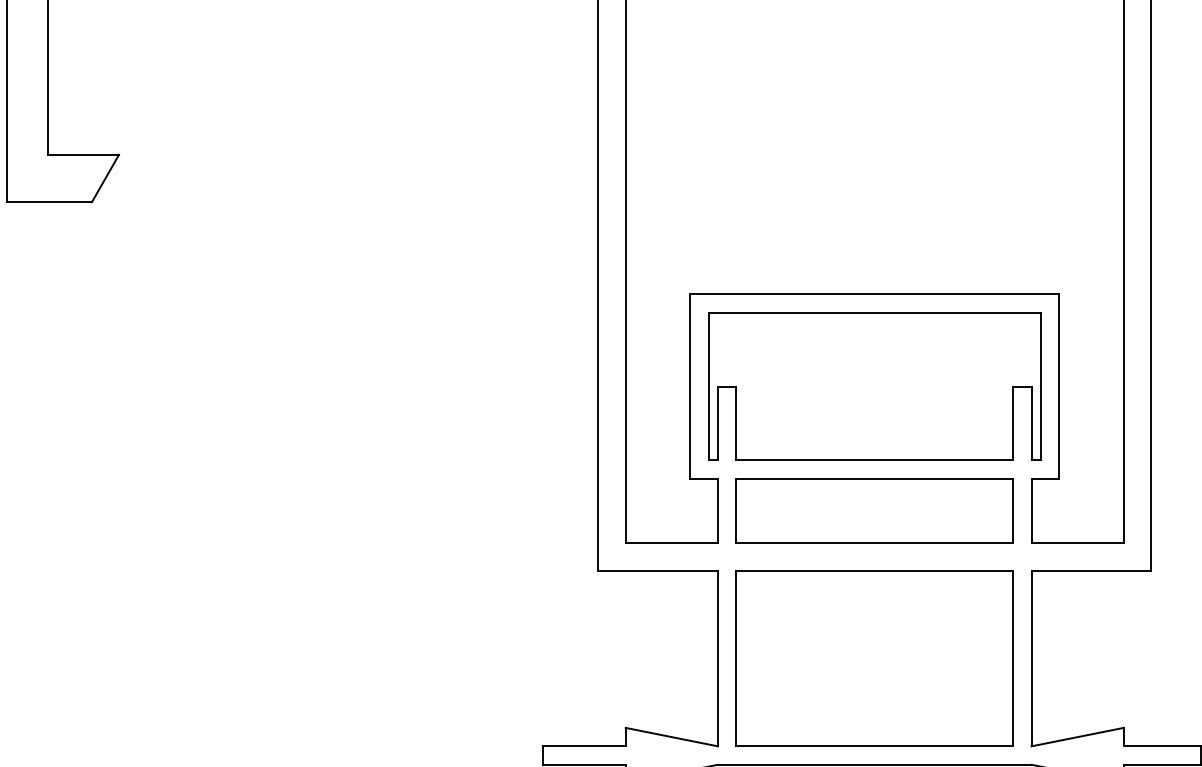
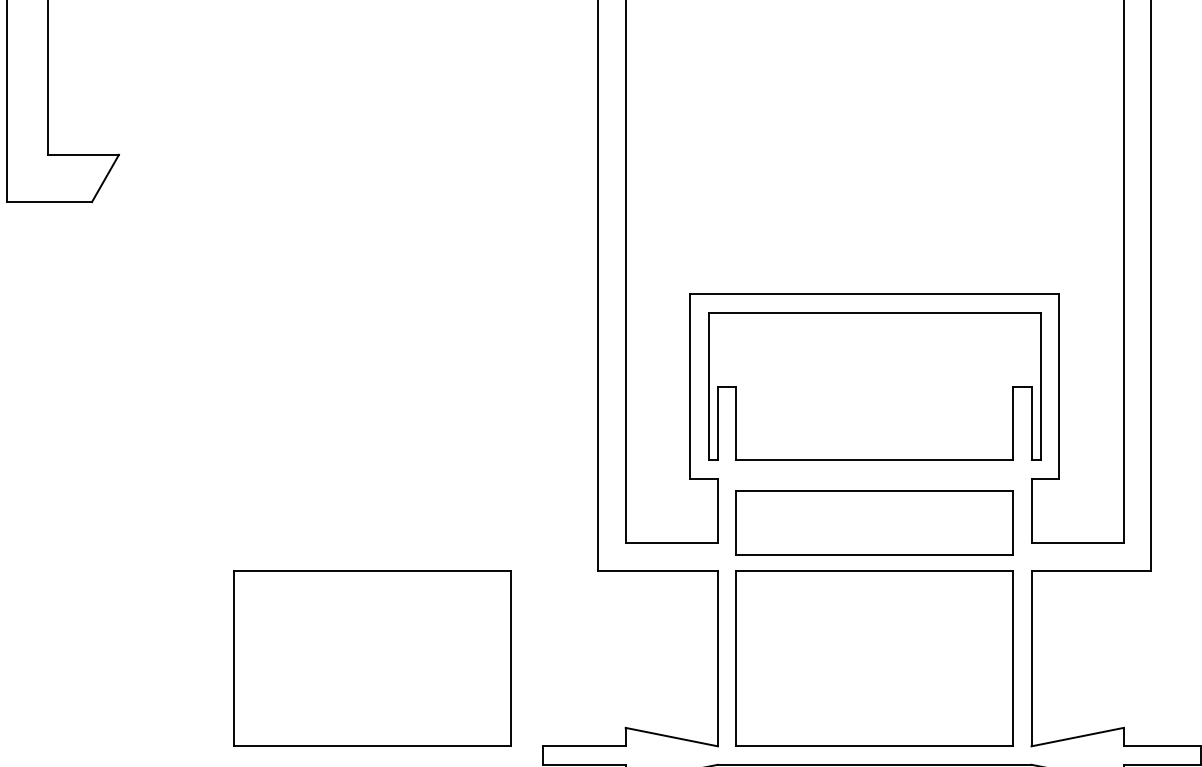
part at (874, 510) position: (874, 510) -> (874, 522)
part at (372, 658): none -> present
